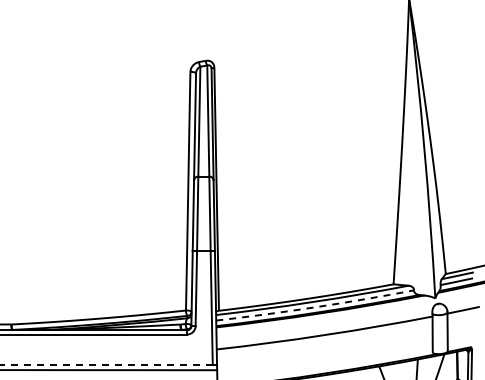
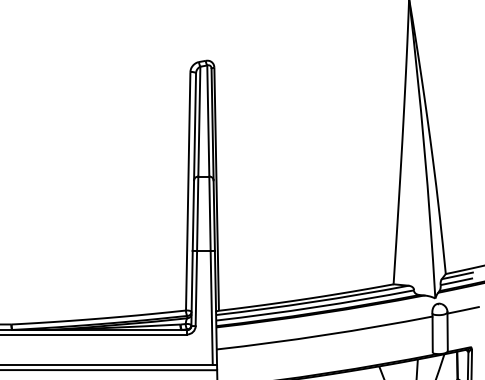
arc at (315, 307): dashed -> solid
line at (105, 364): dashed -> solid
